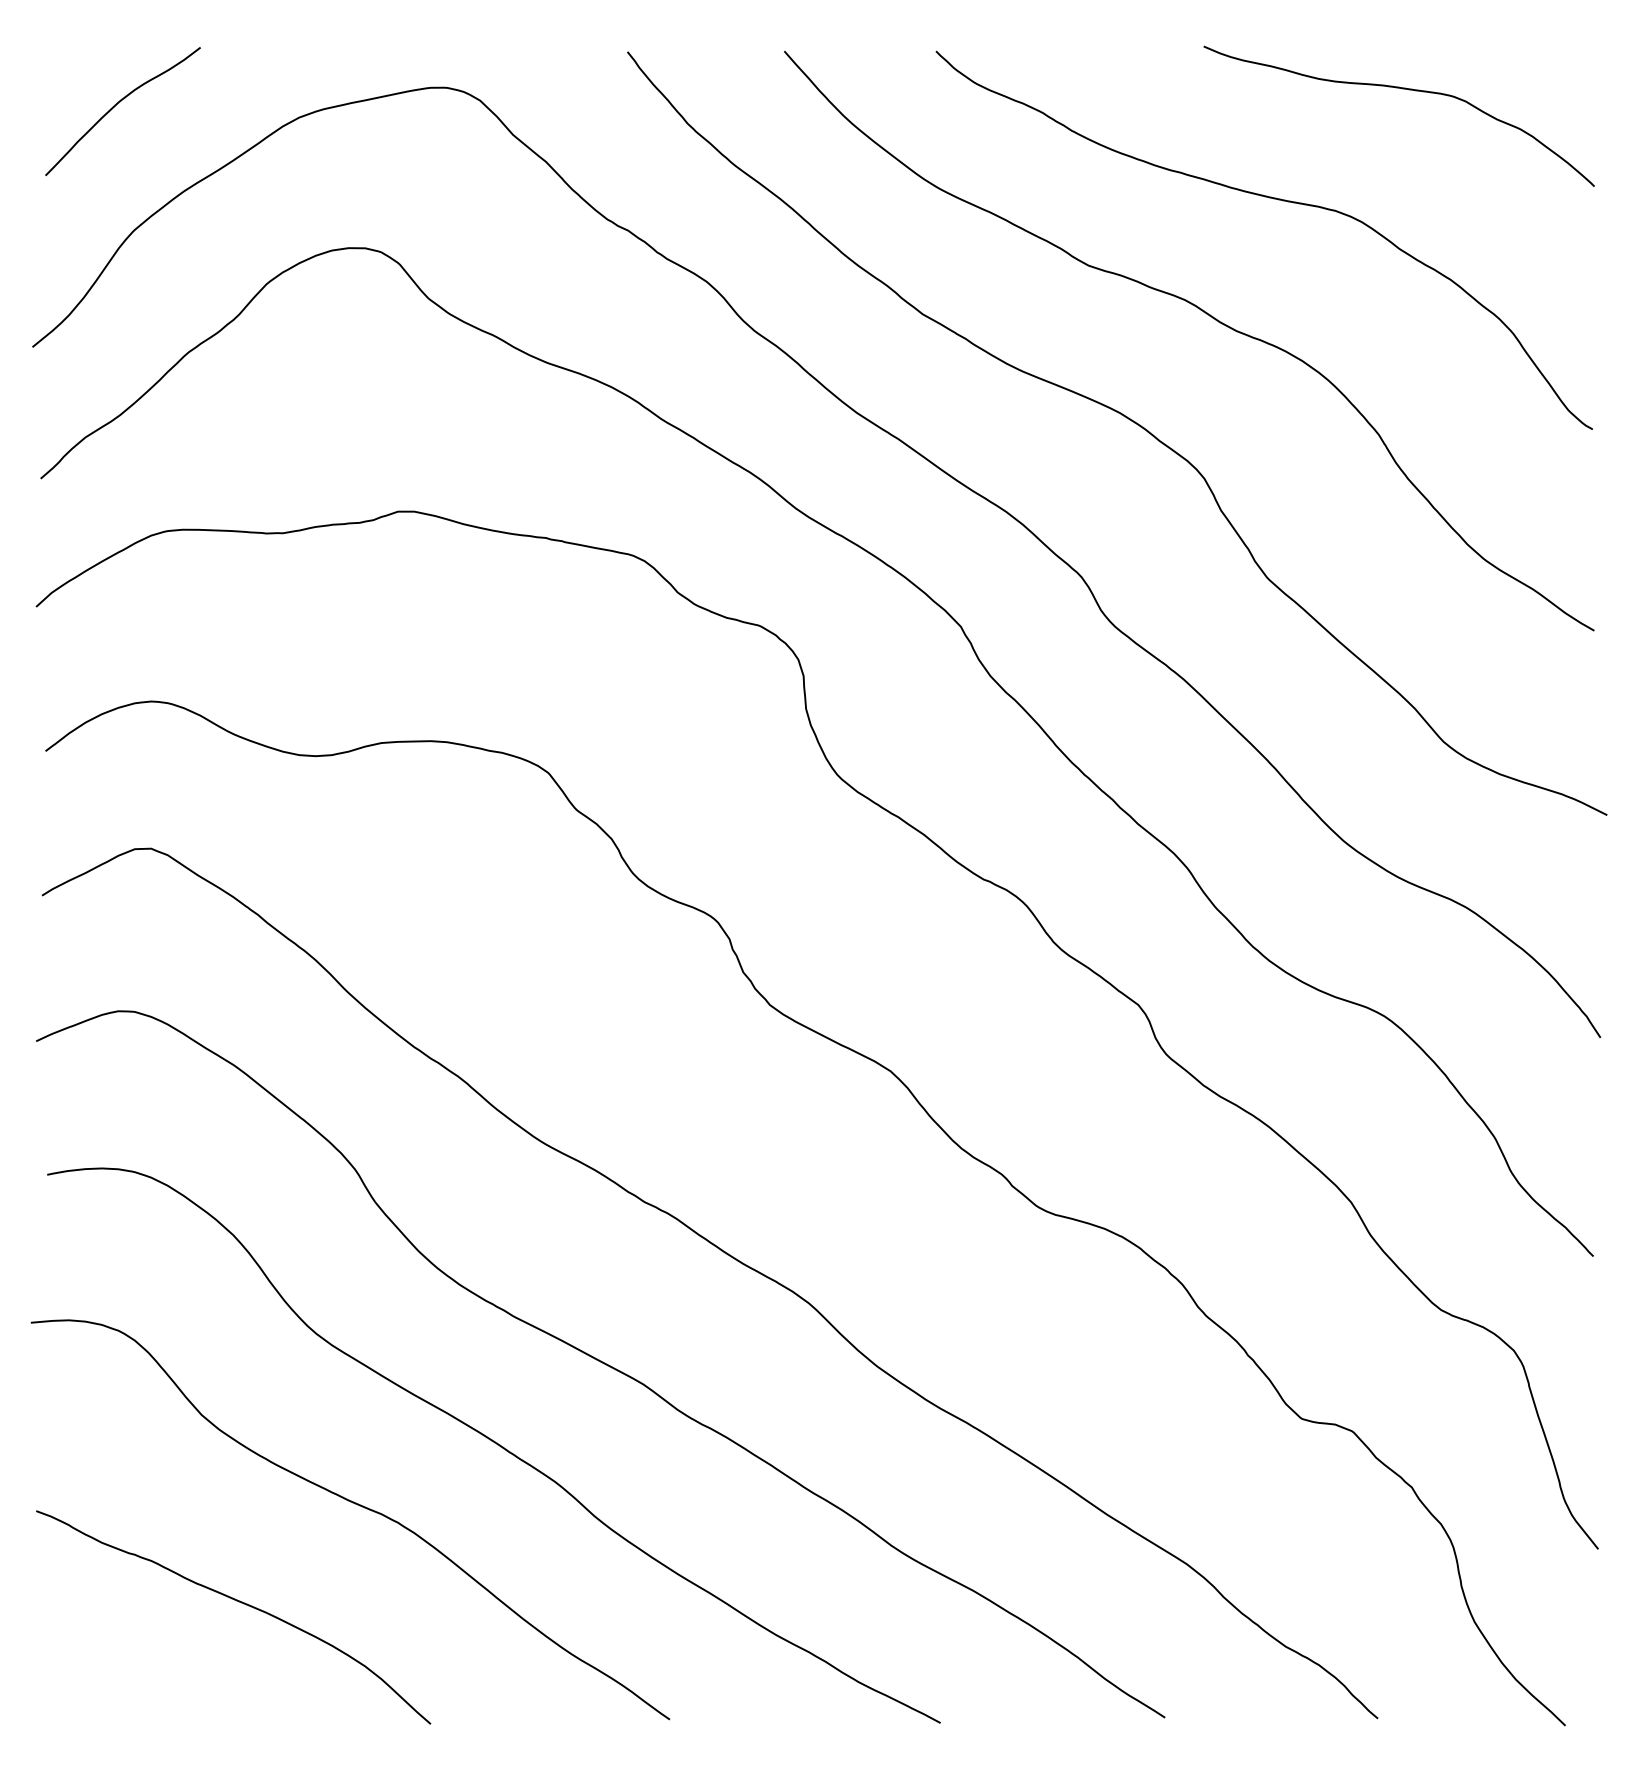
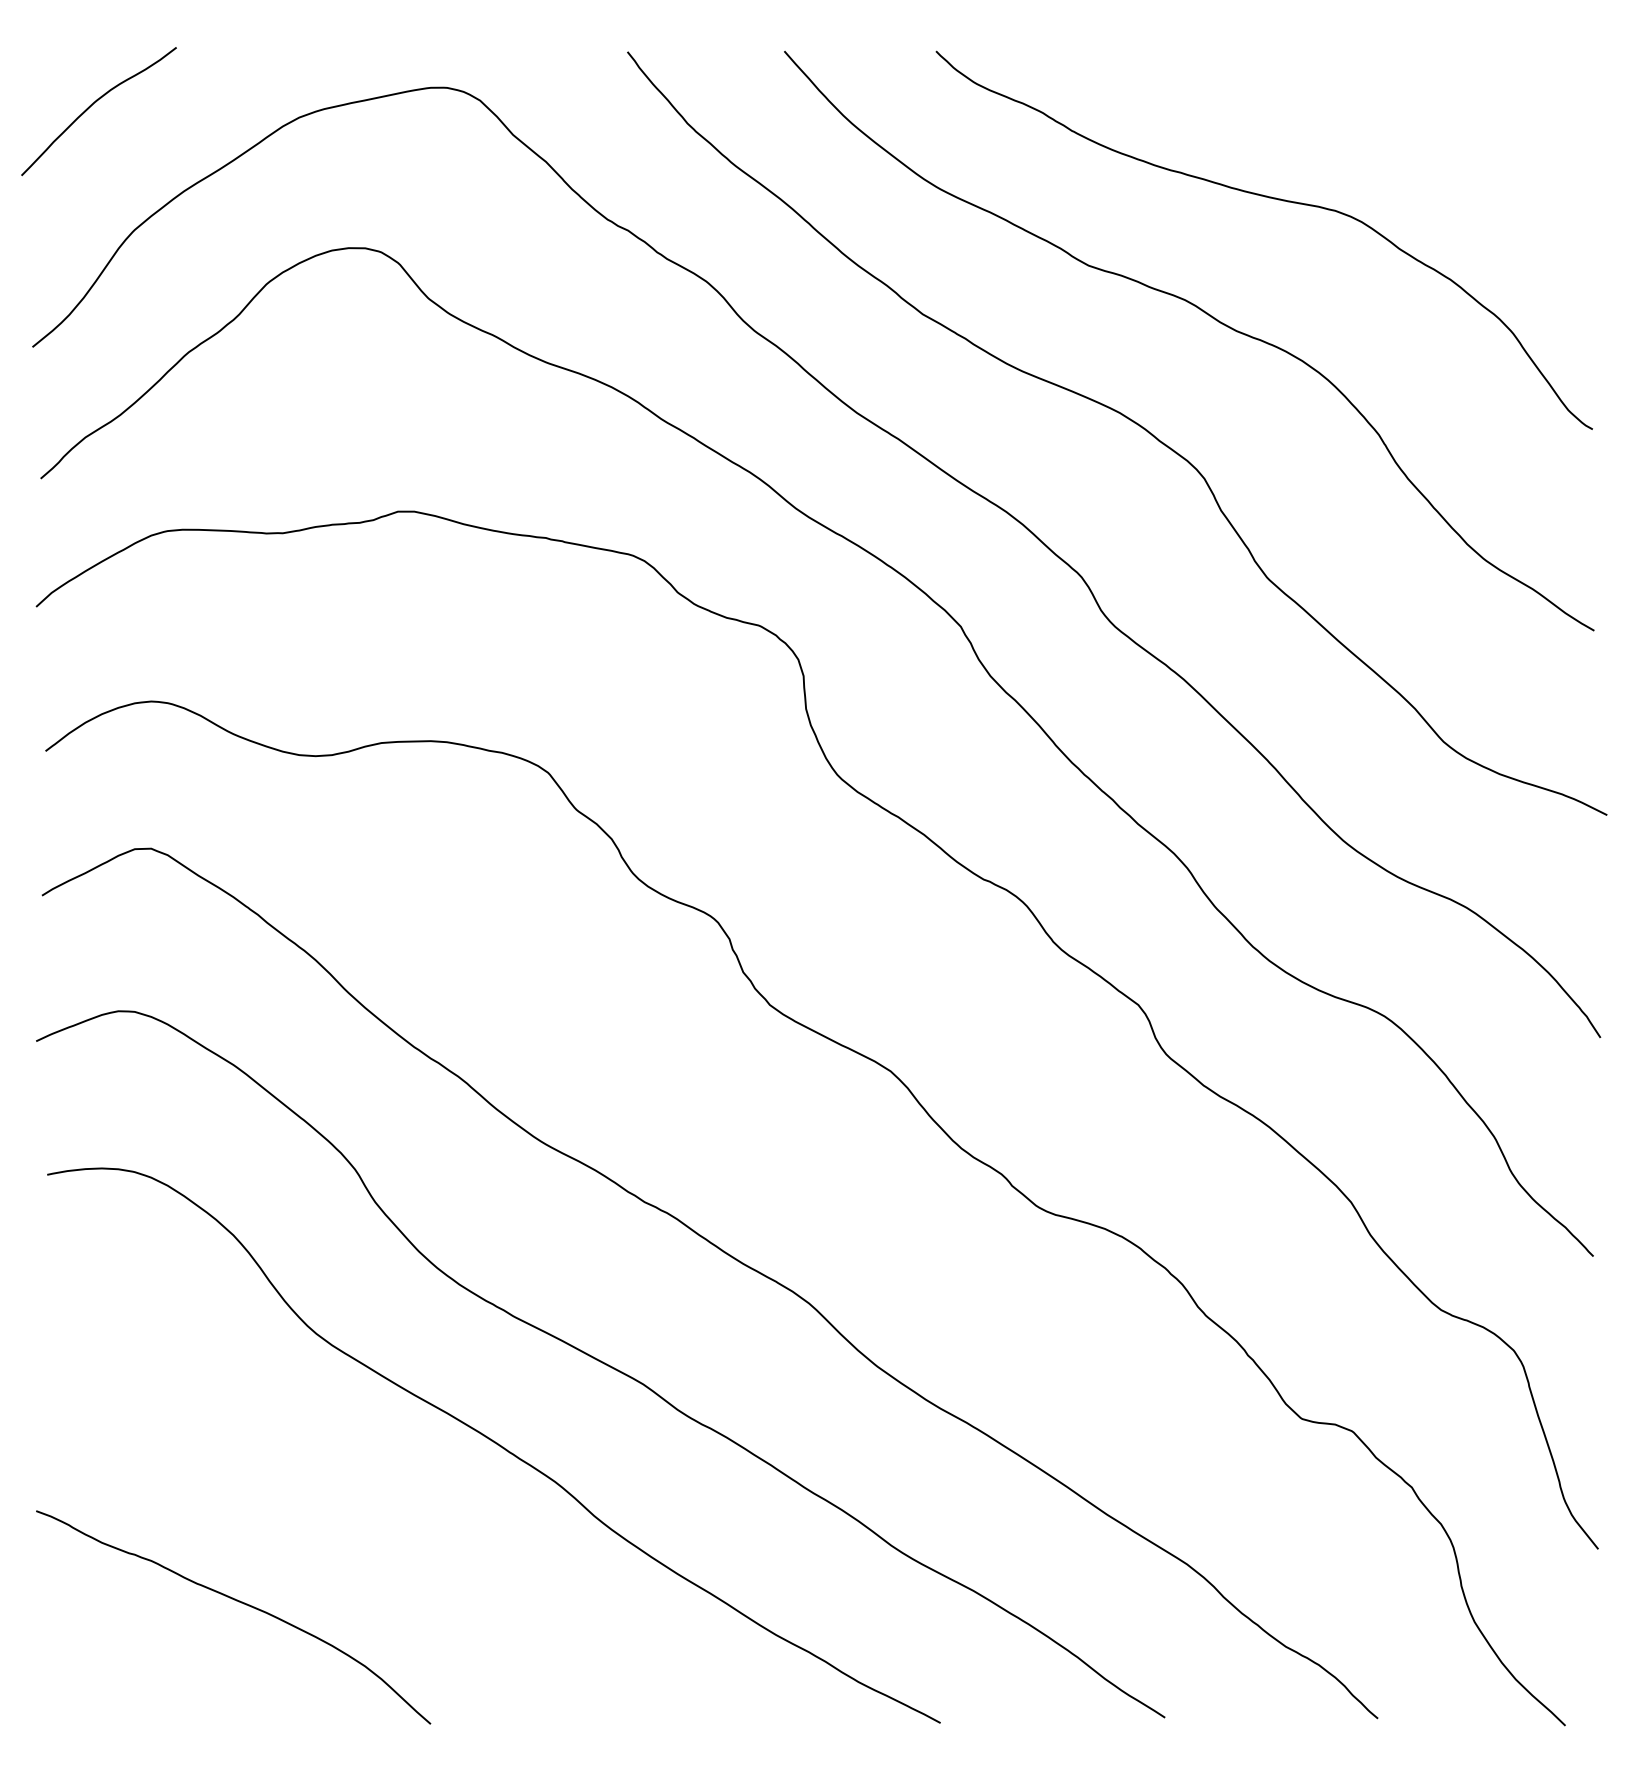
curve at (1402, 89): present -> none
curve at (116, 105) position: (116, 105) -> (92, 105)
curve at (357, 1505): present -> none
